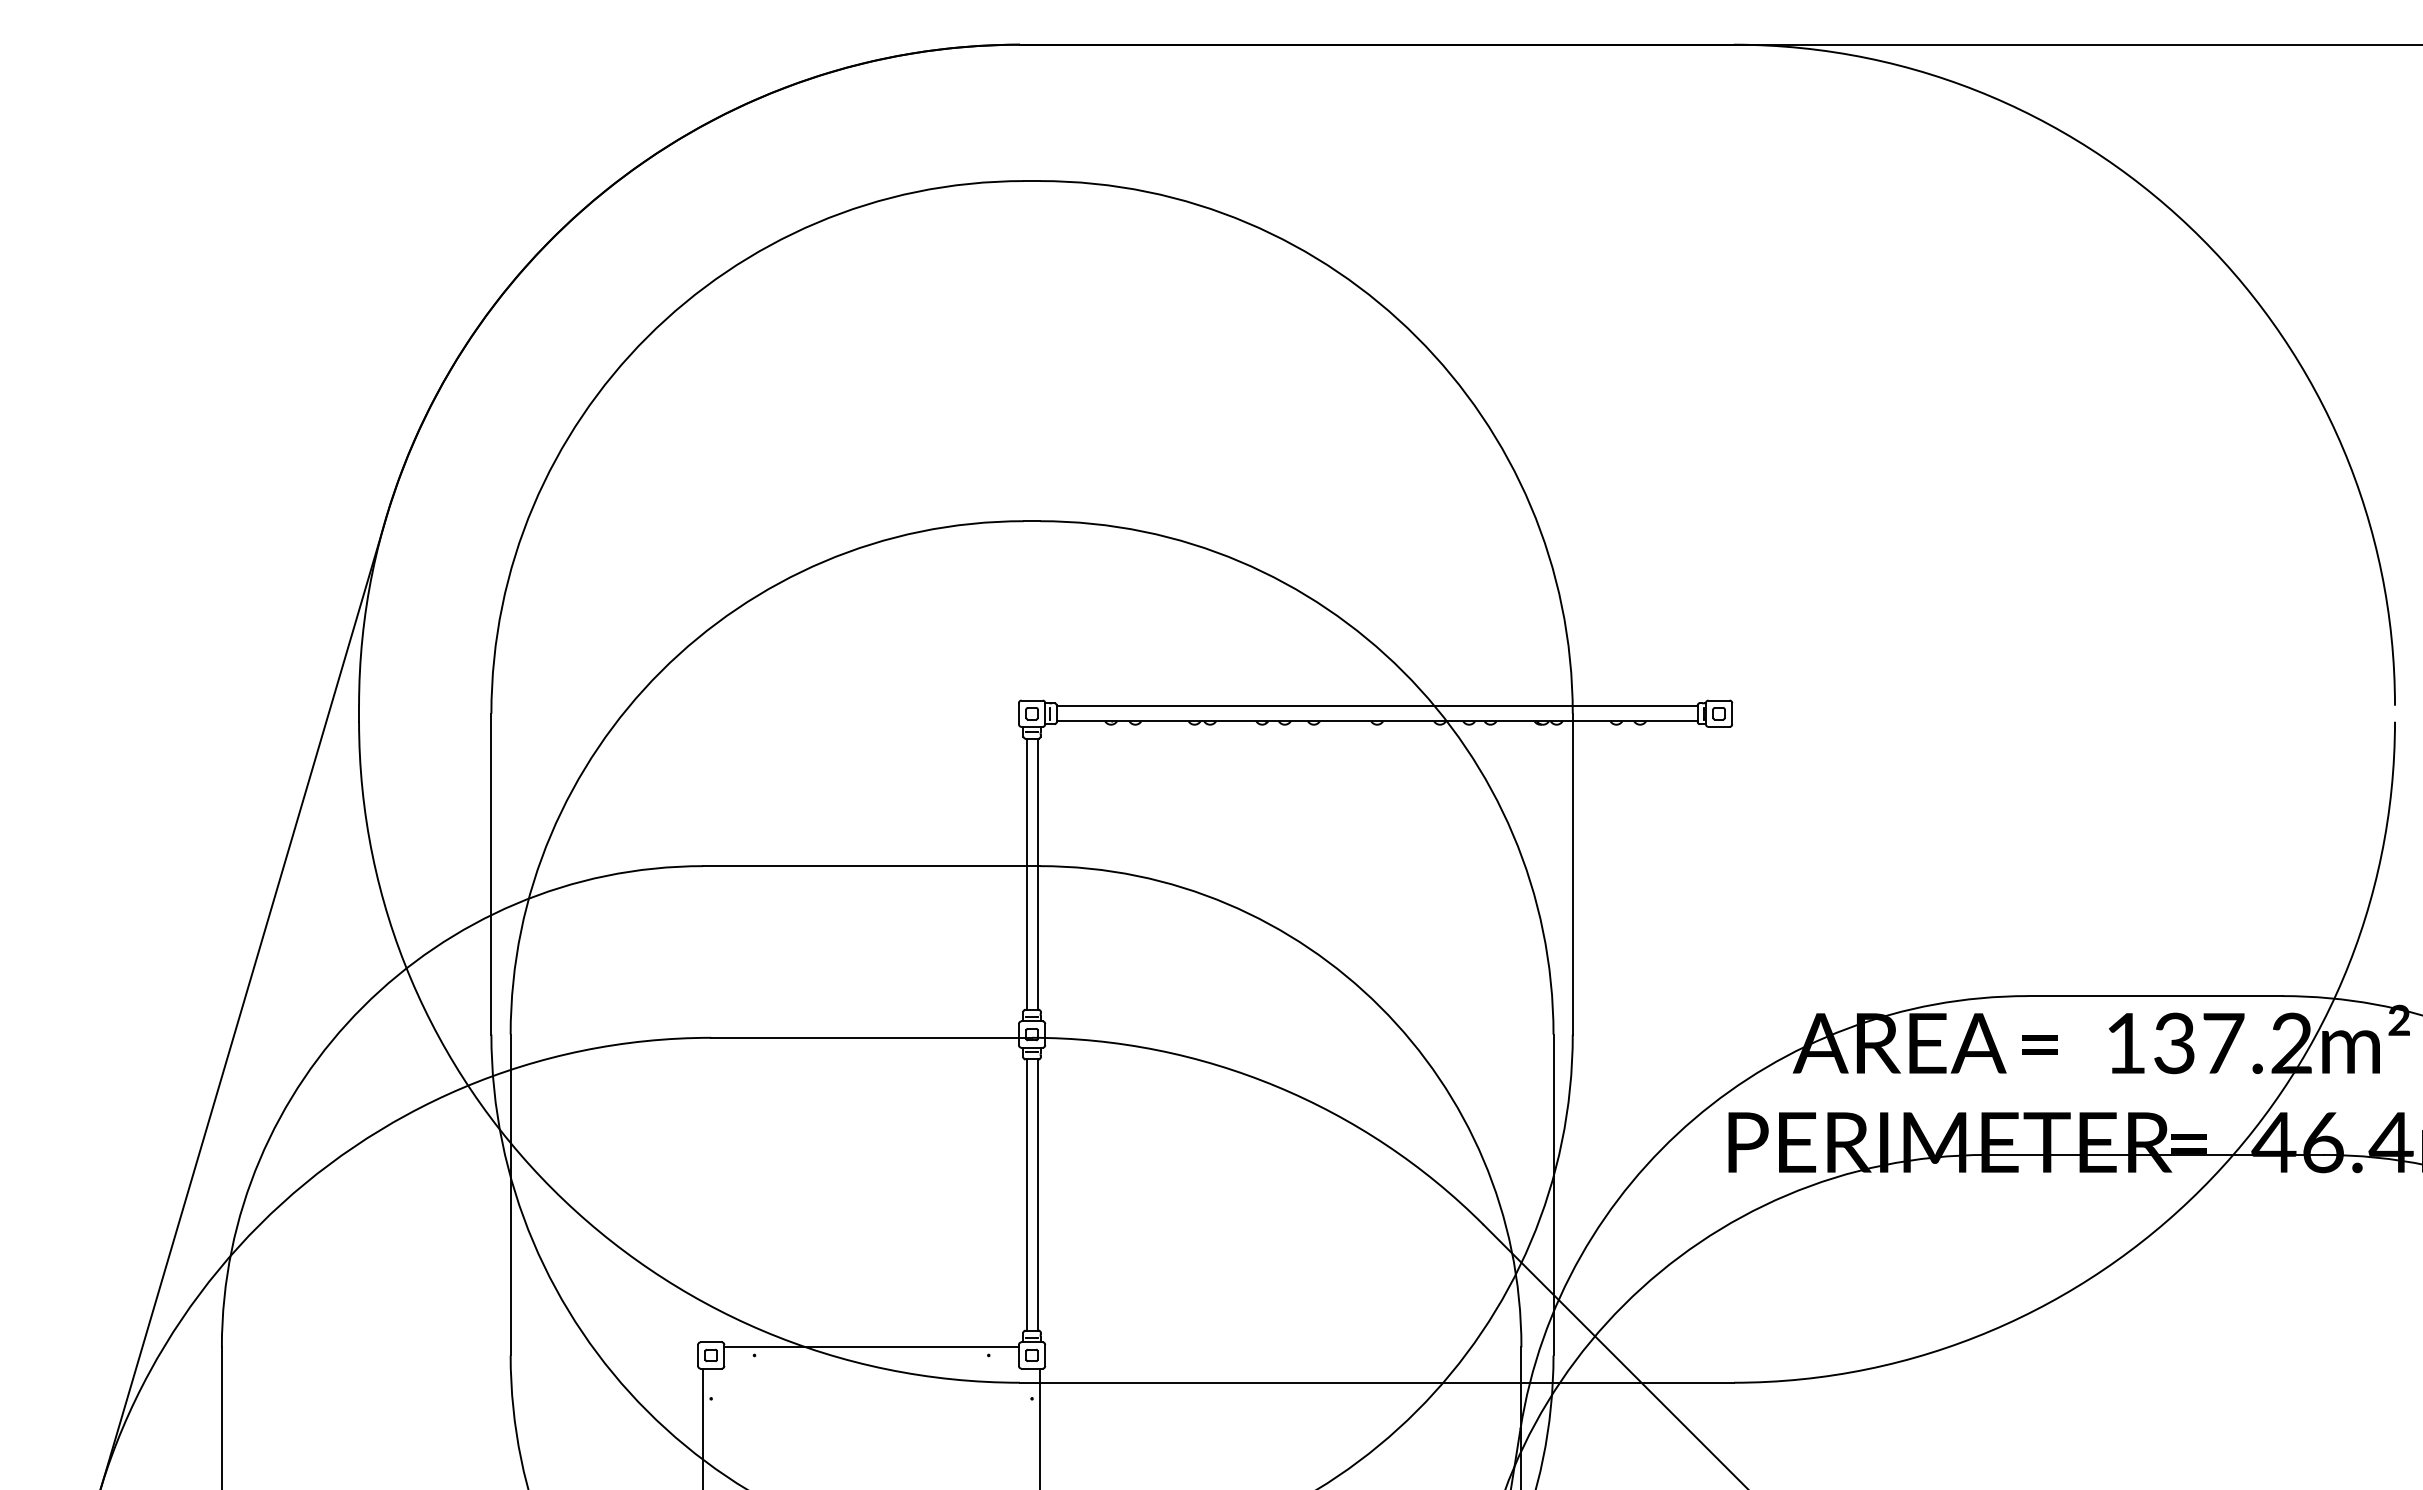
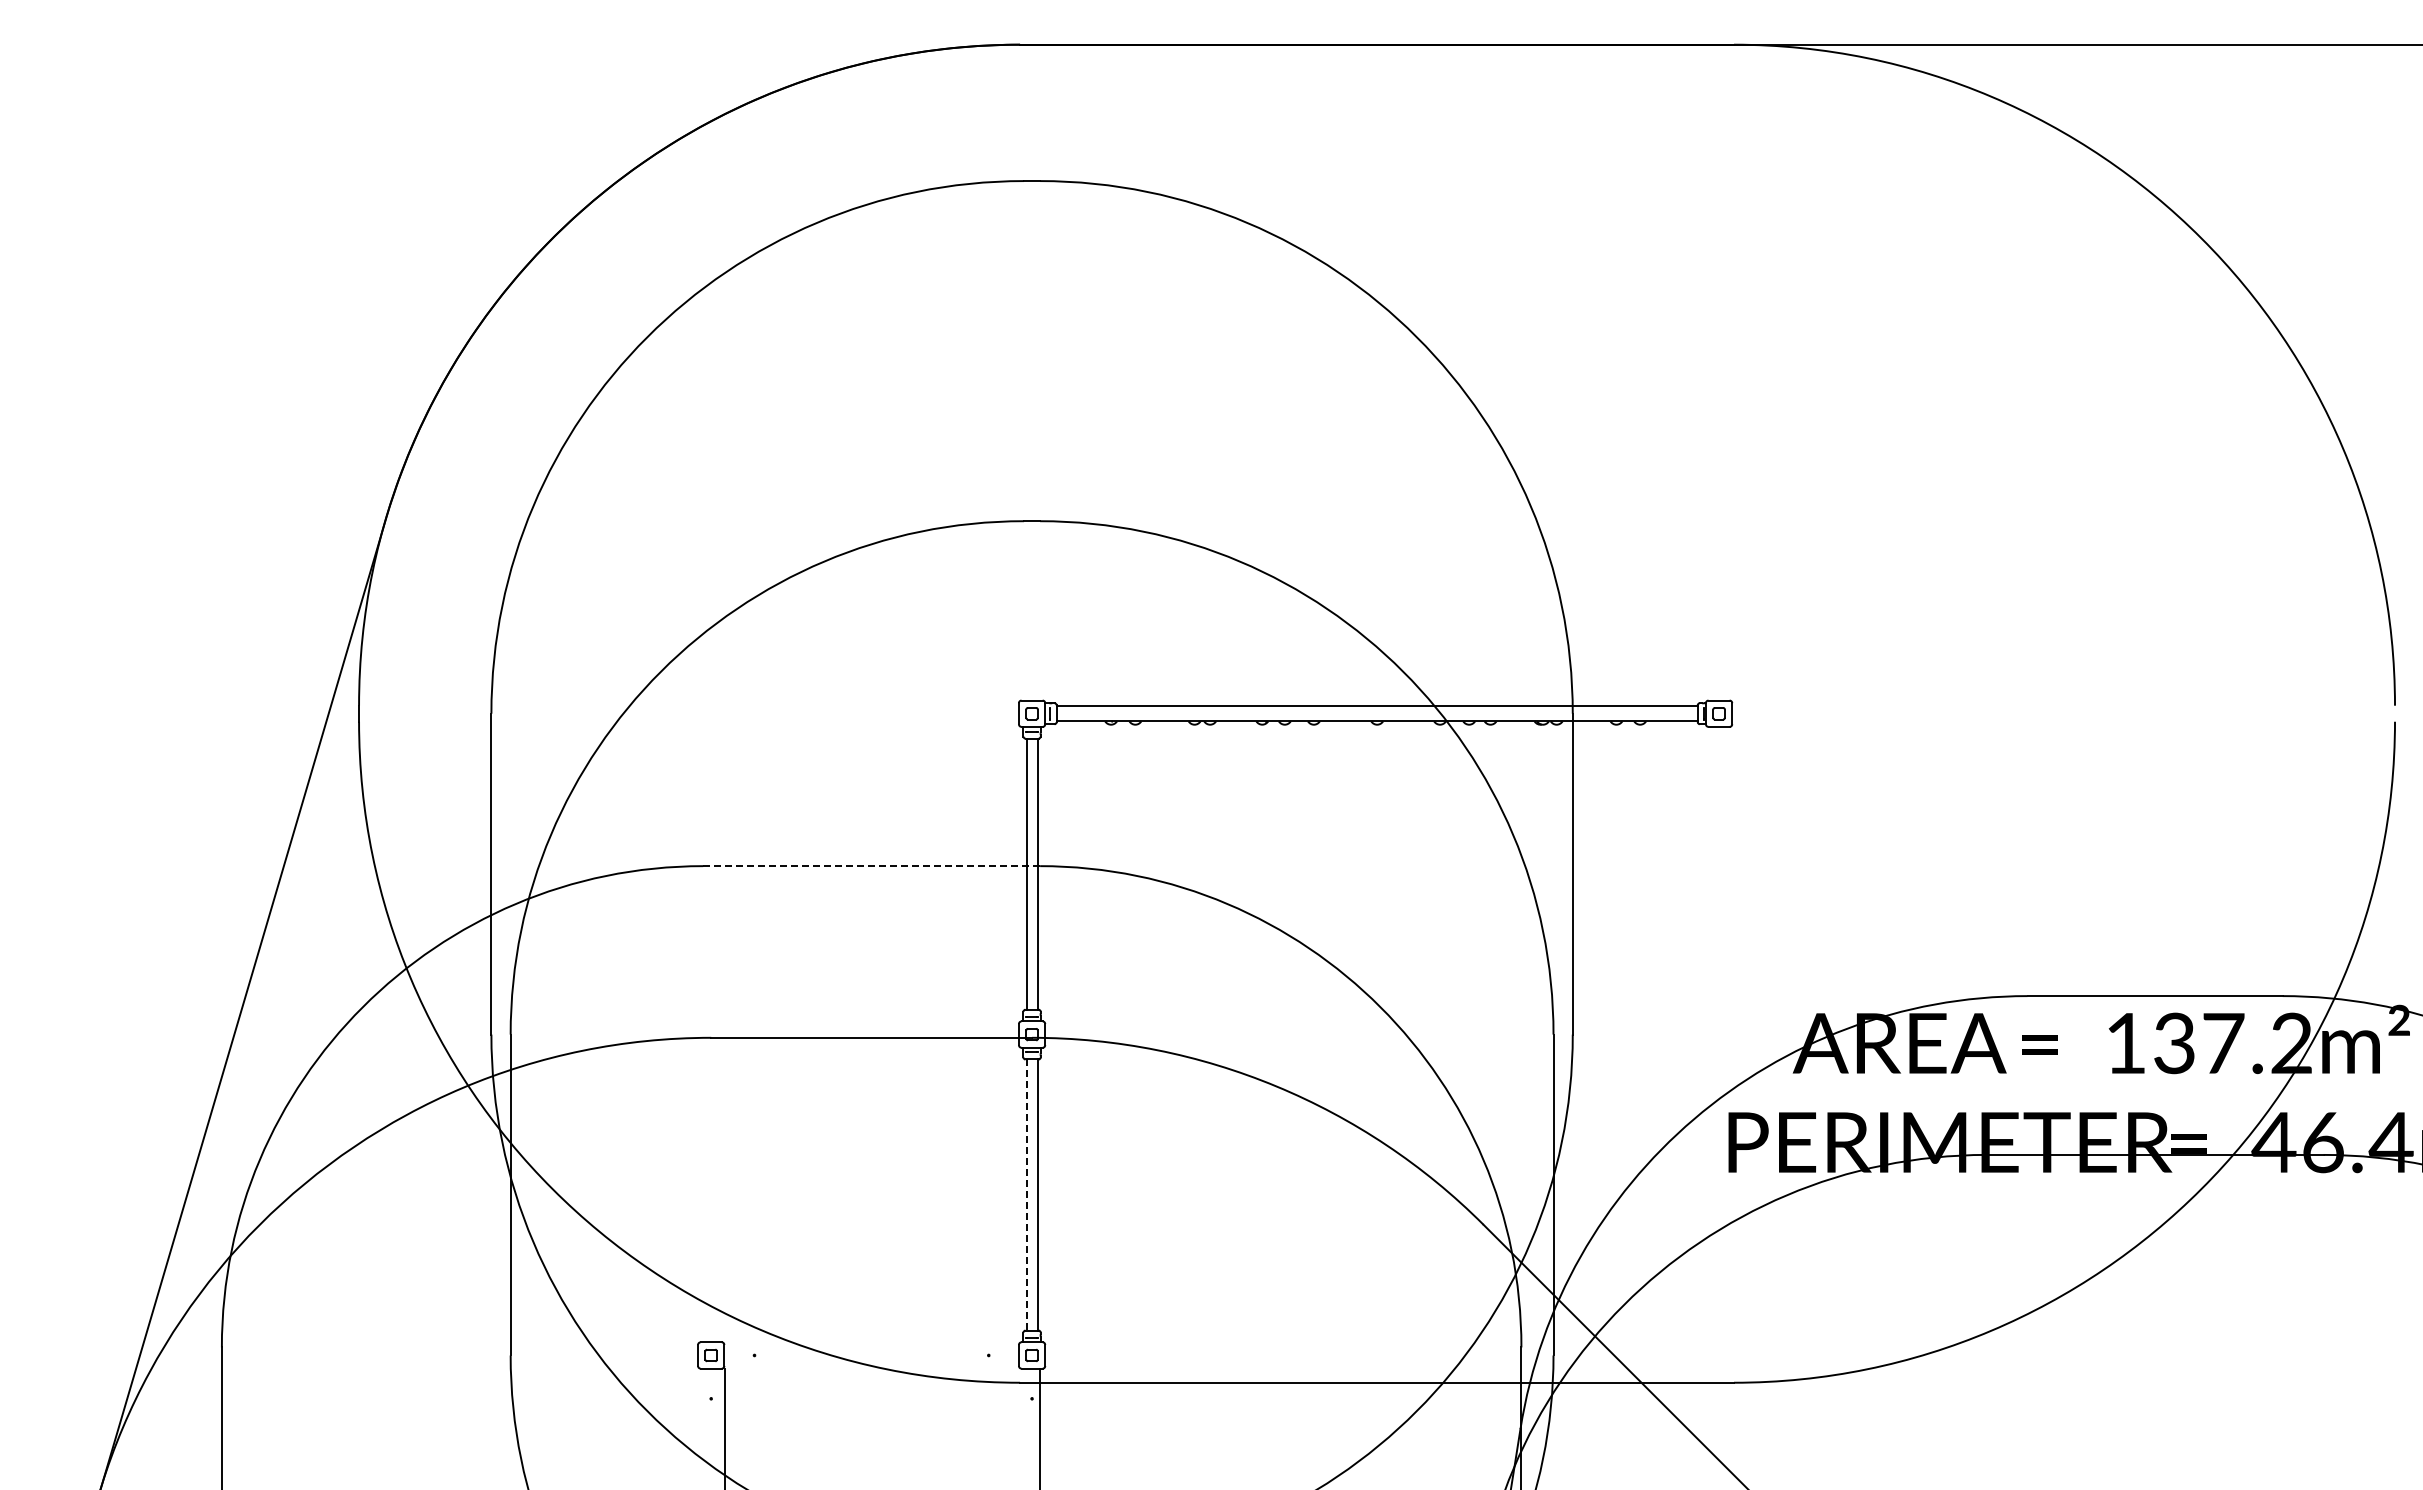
line at (872, 866): solid -> dashed
line at (1026, 1195): solid -> dashed
line at (871, 1347): present -> none
line at (703, 1427) position: (703, 1427) -> (725, 1427)
